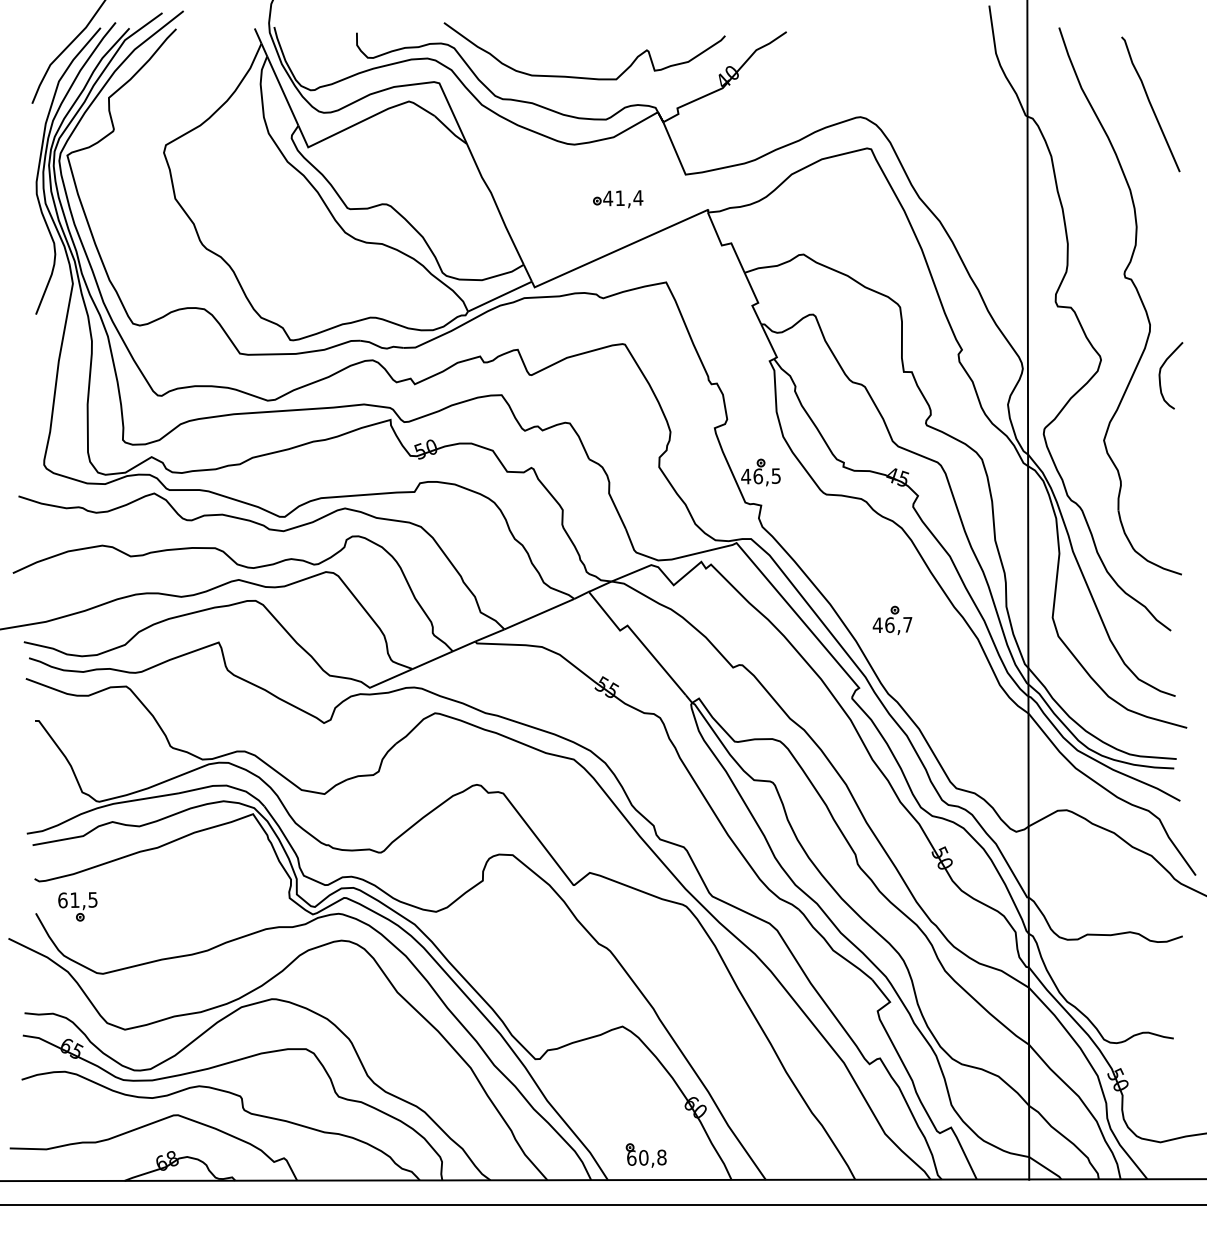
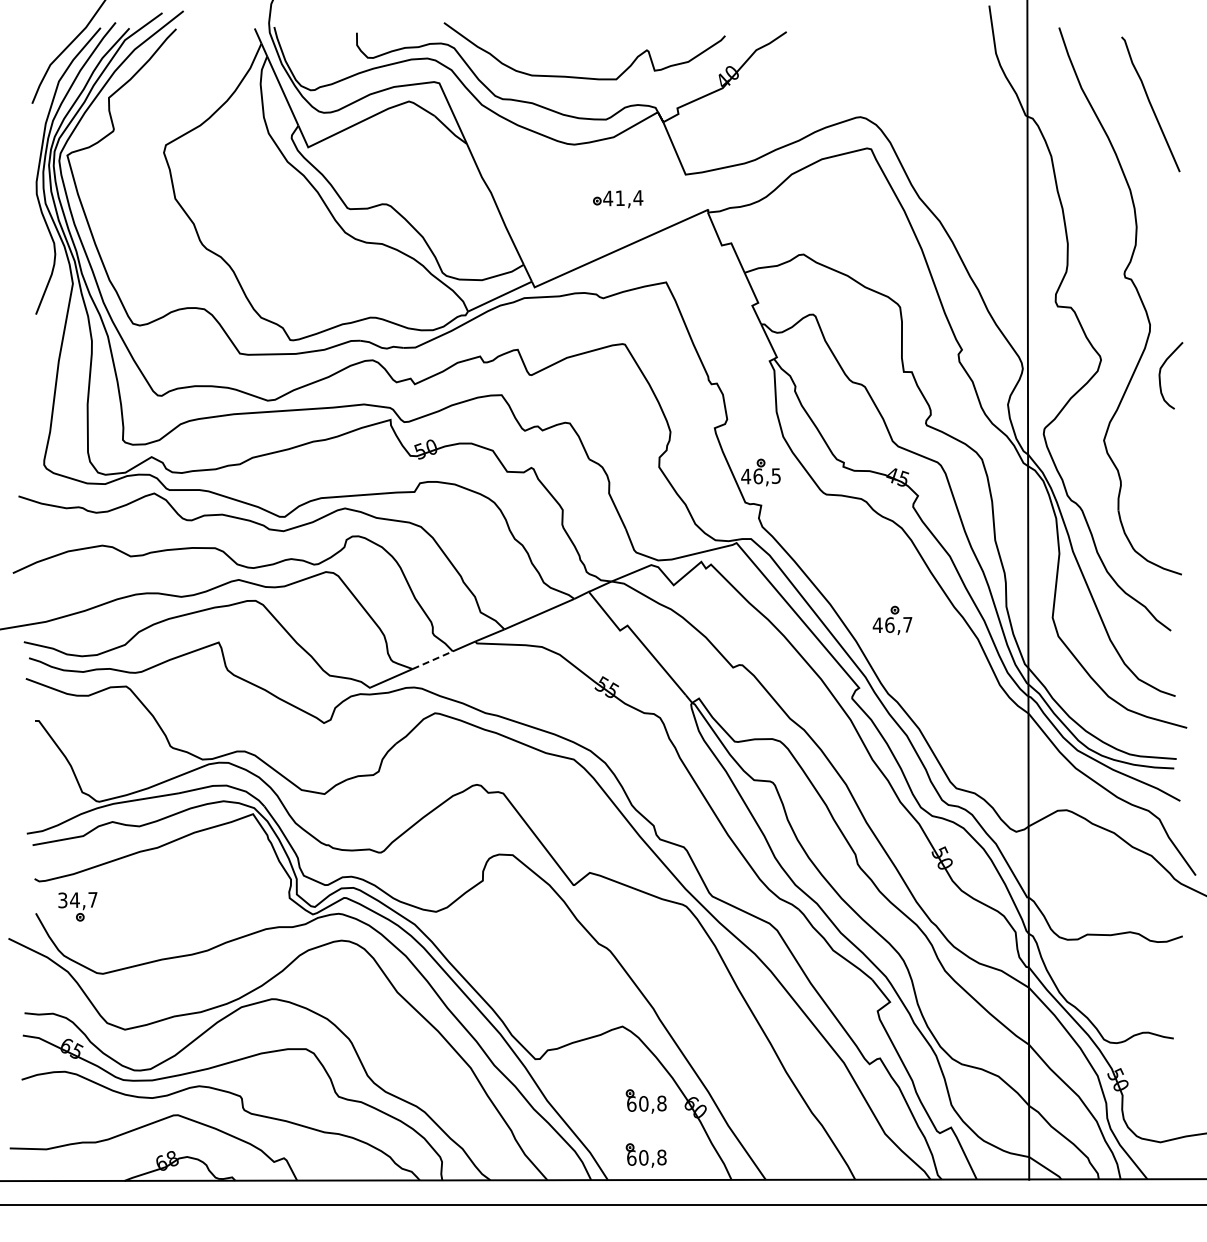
line at (432, 660): solid -> dashed
text at (77, 900): 61,5 -> 34,7
part at (645, 1101): none -> present
